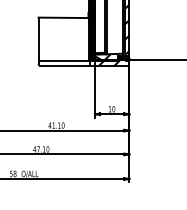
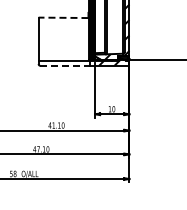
line at (63, 17): solid -> dashed
line at (64, 65): solid -> dashed
